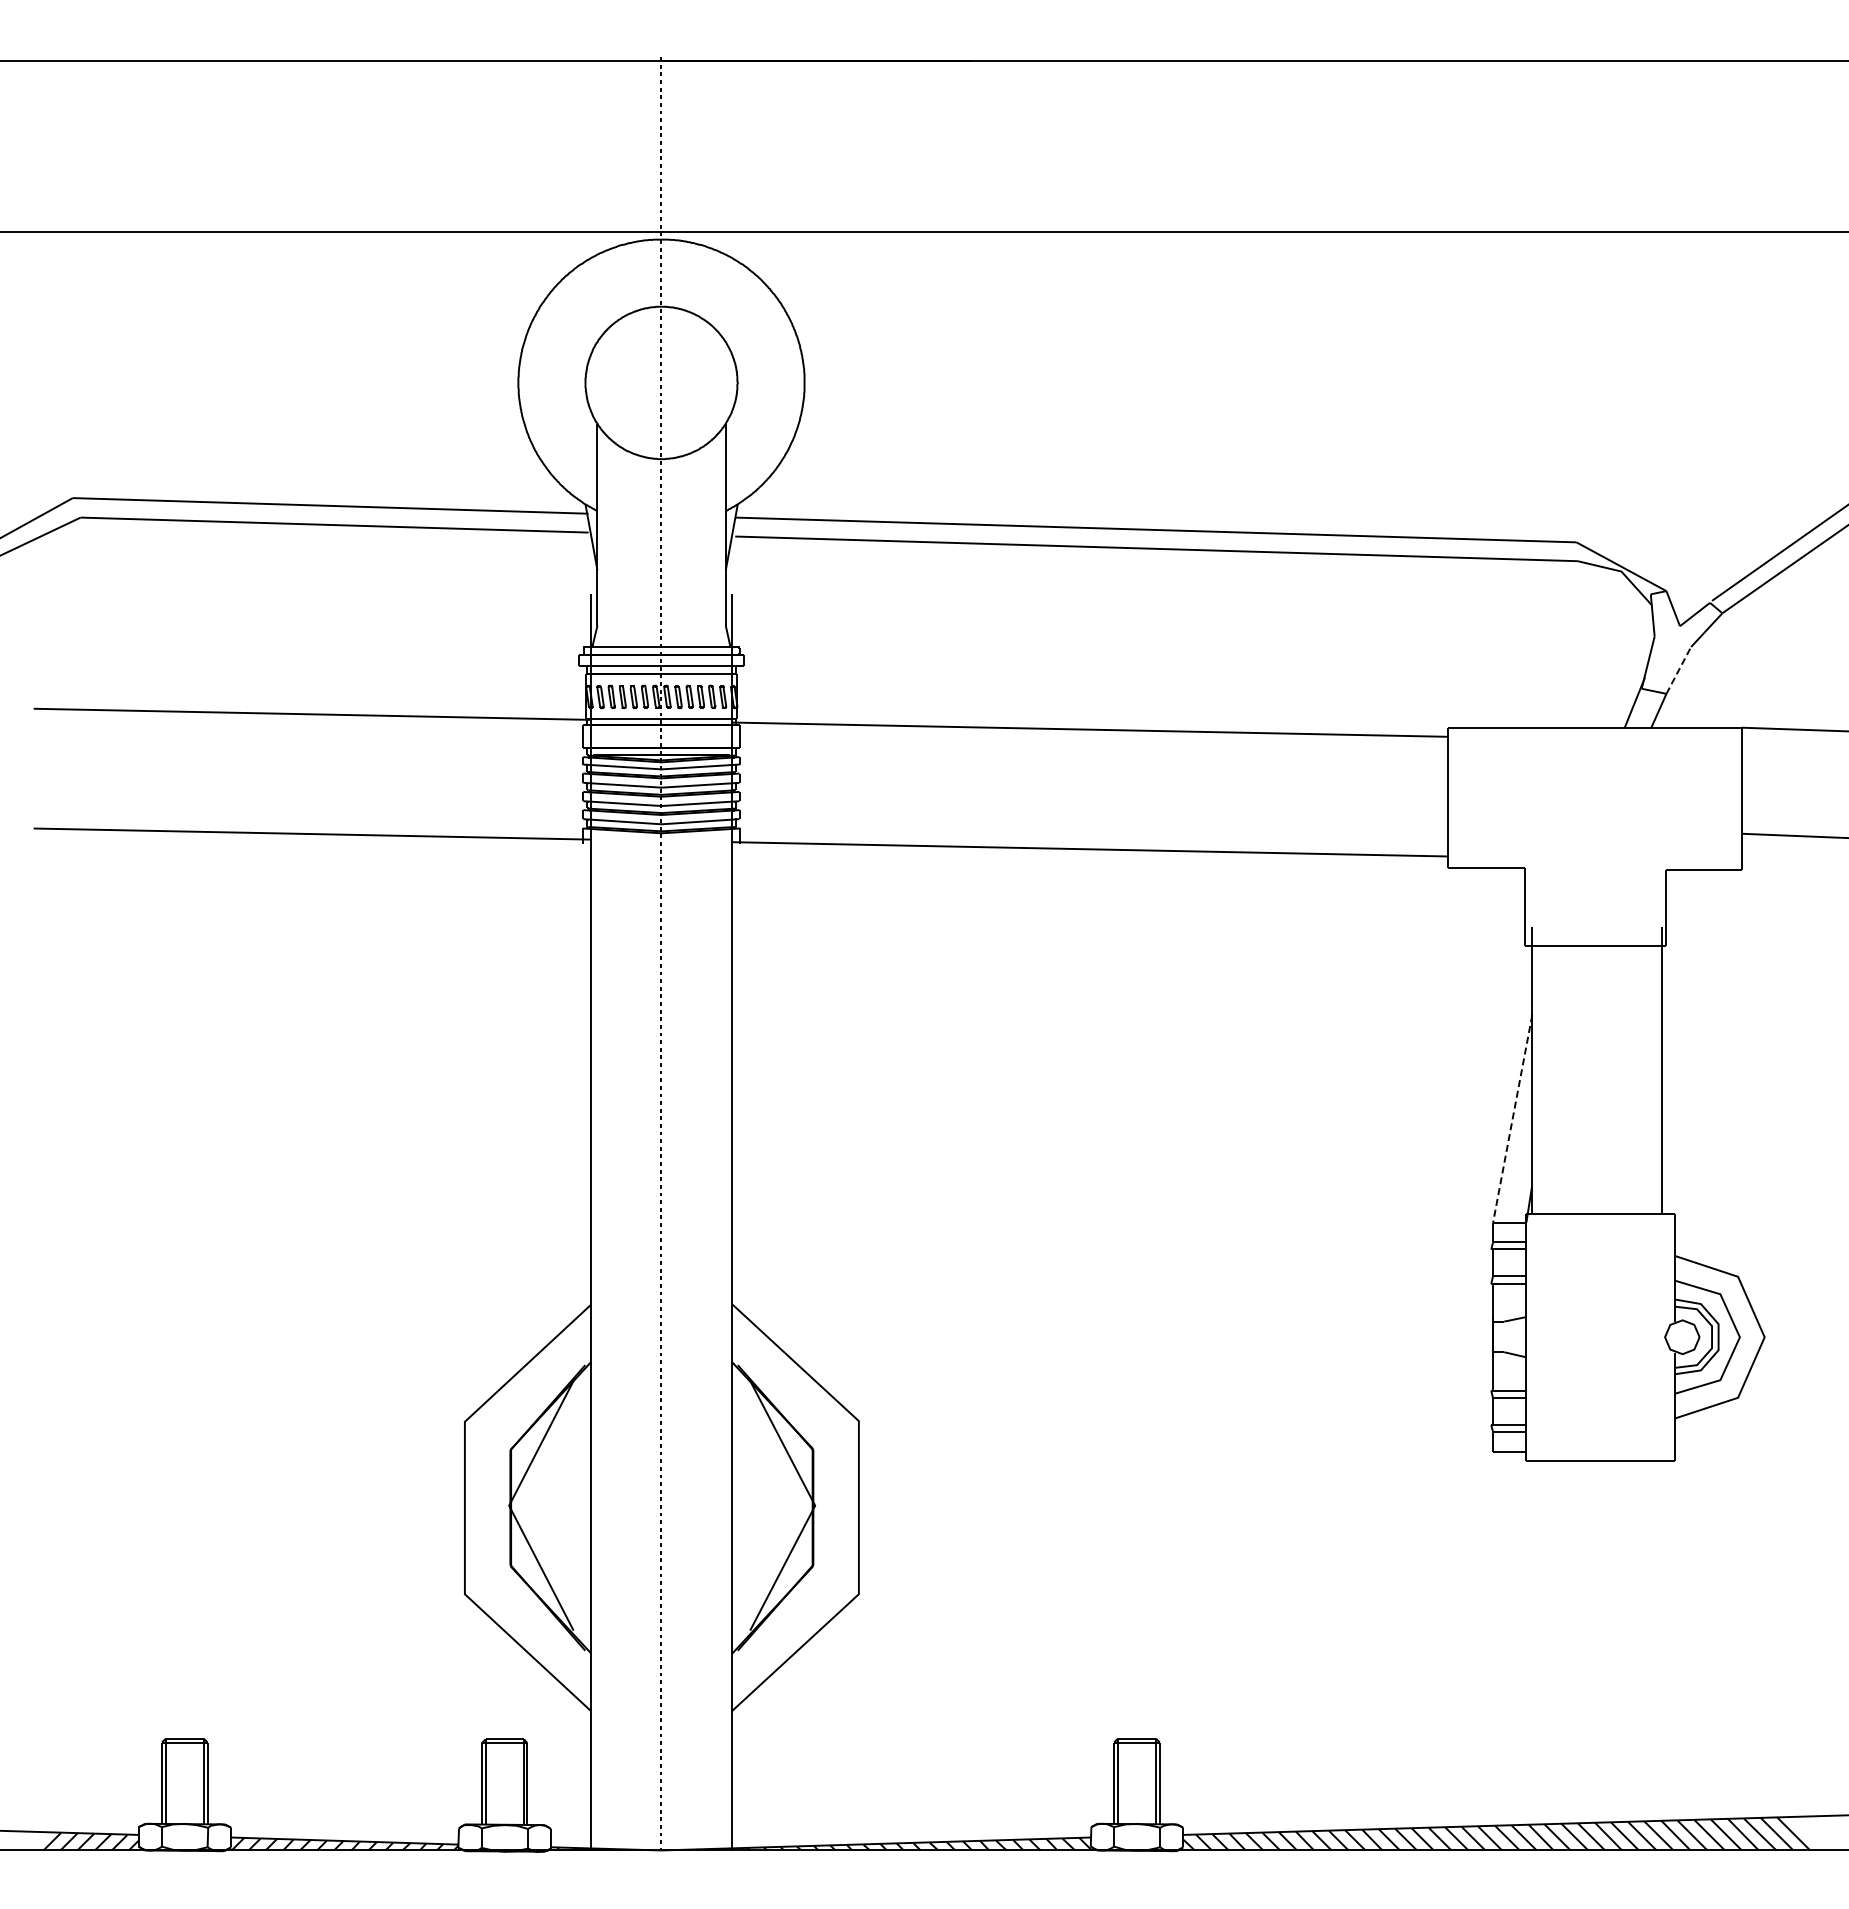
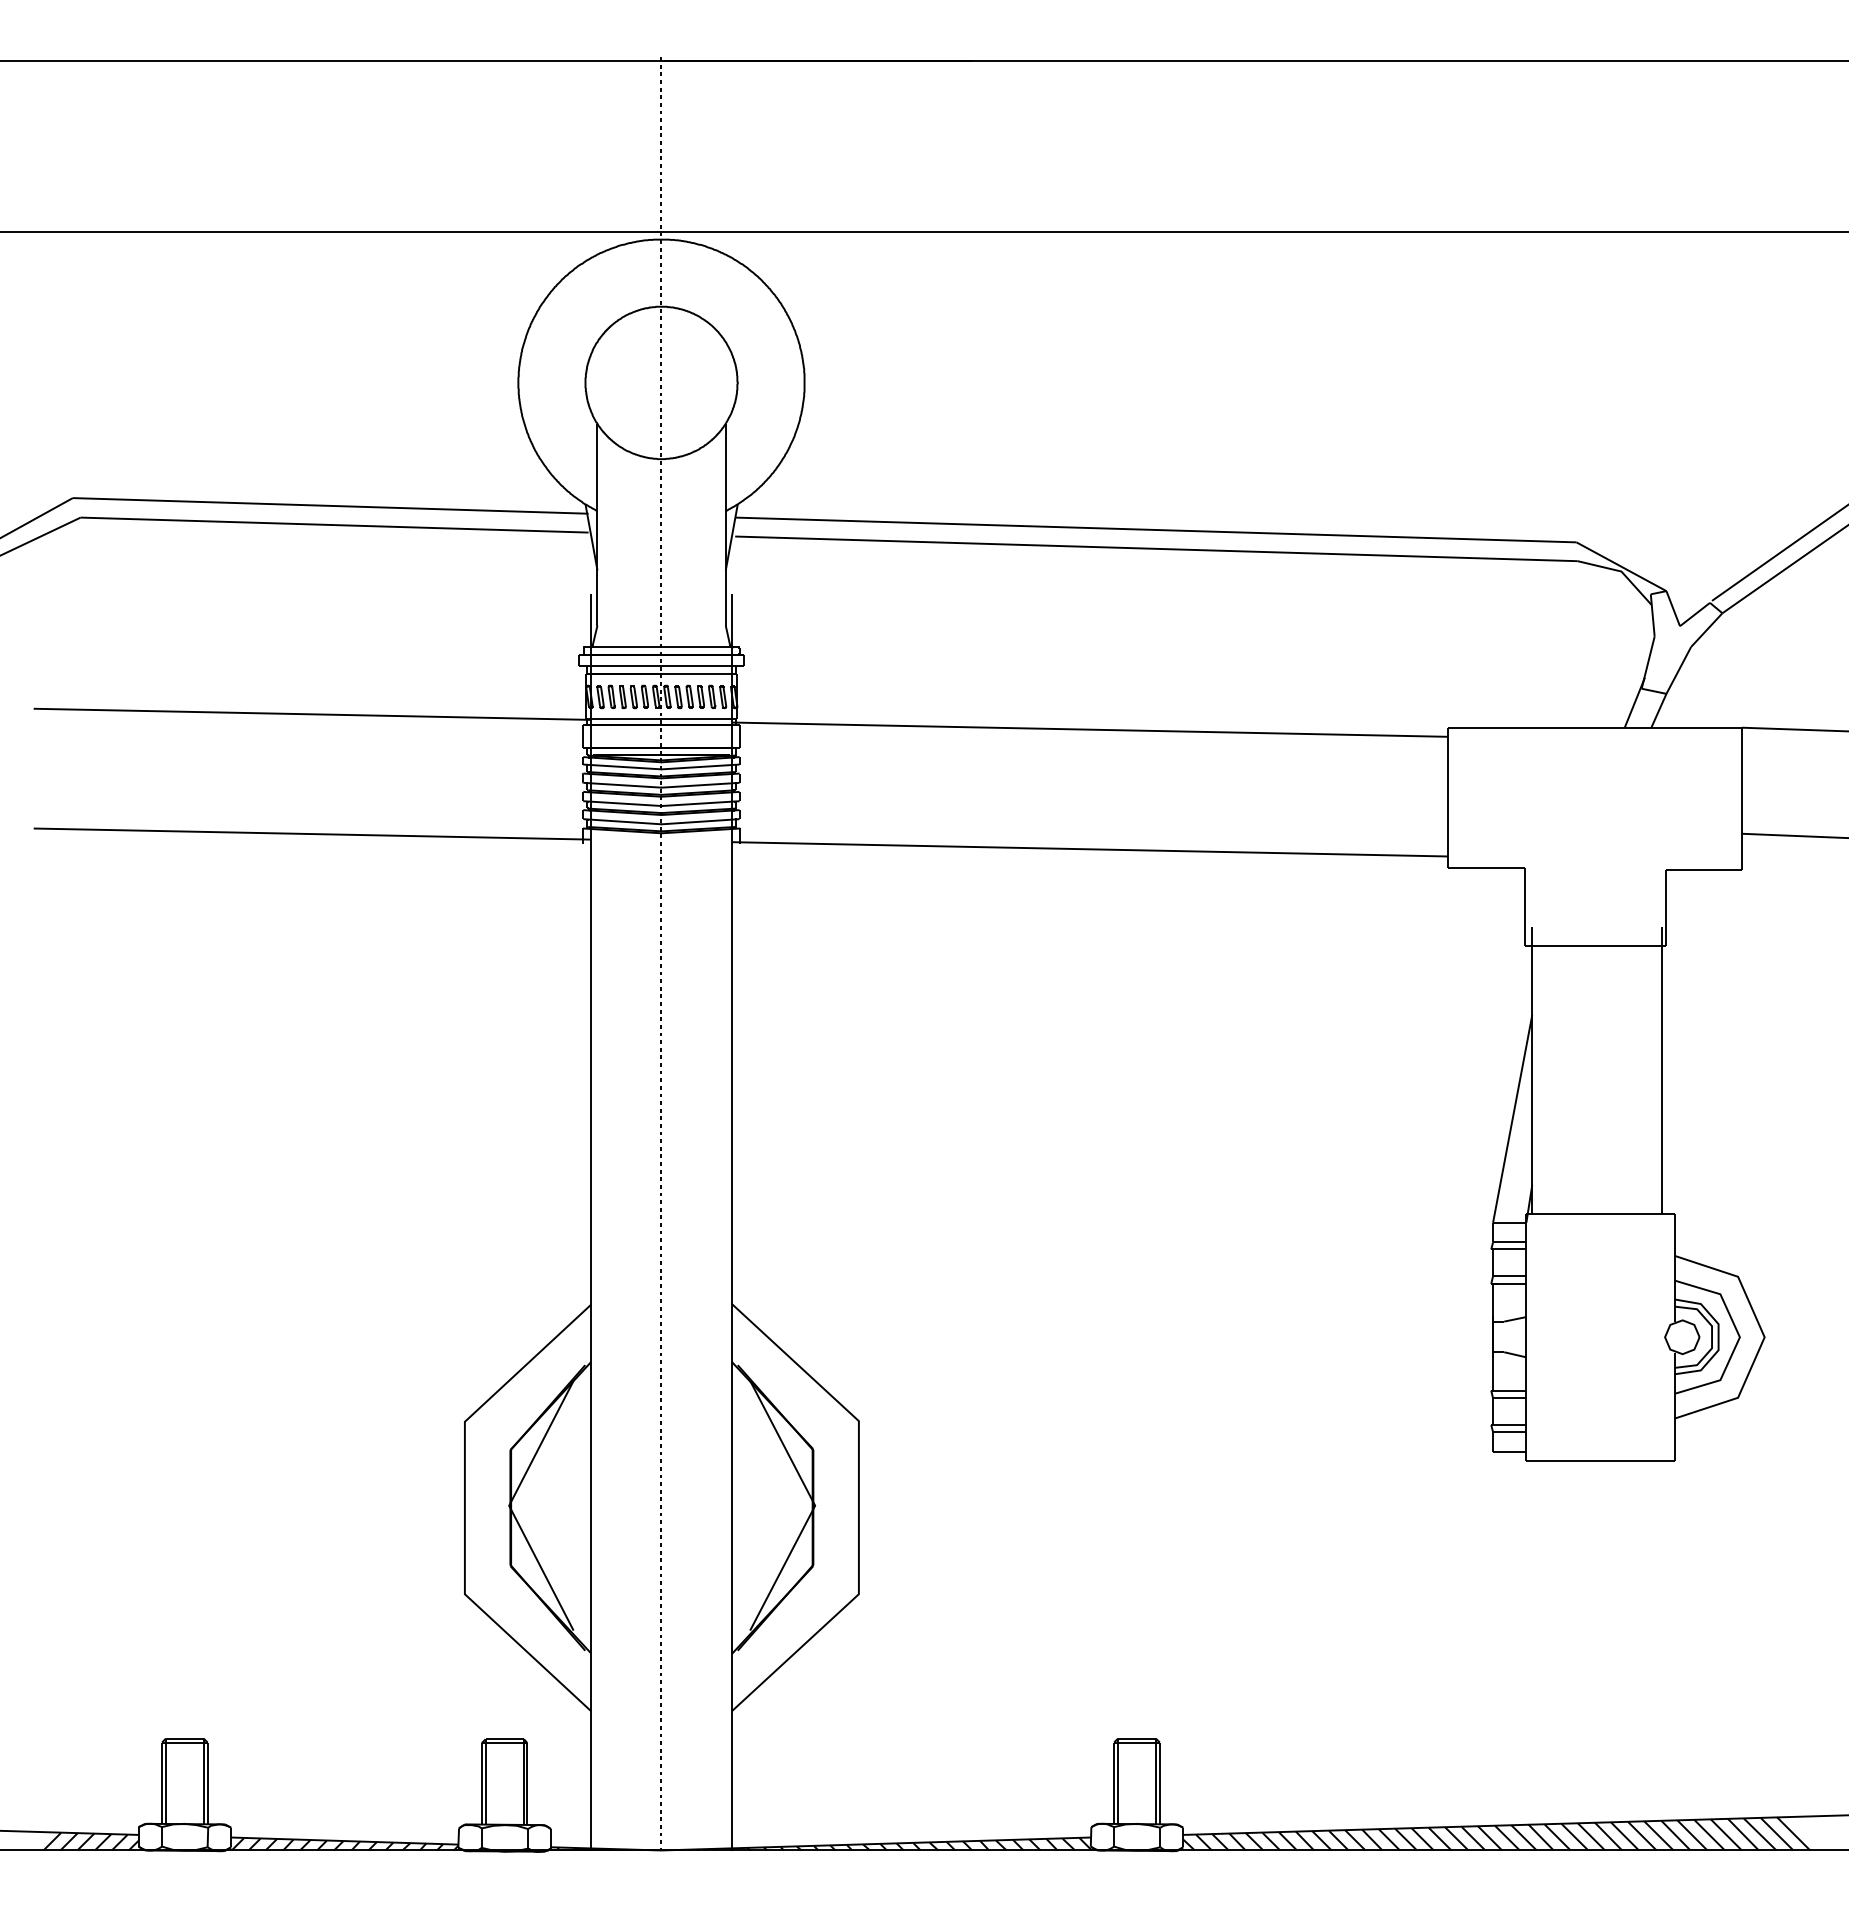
line at (1679, 669): dashed -> solid
line at (1512, 1118): dashed -> solid
